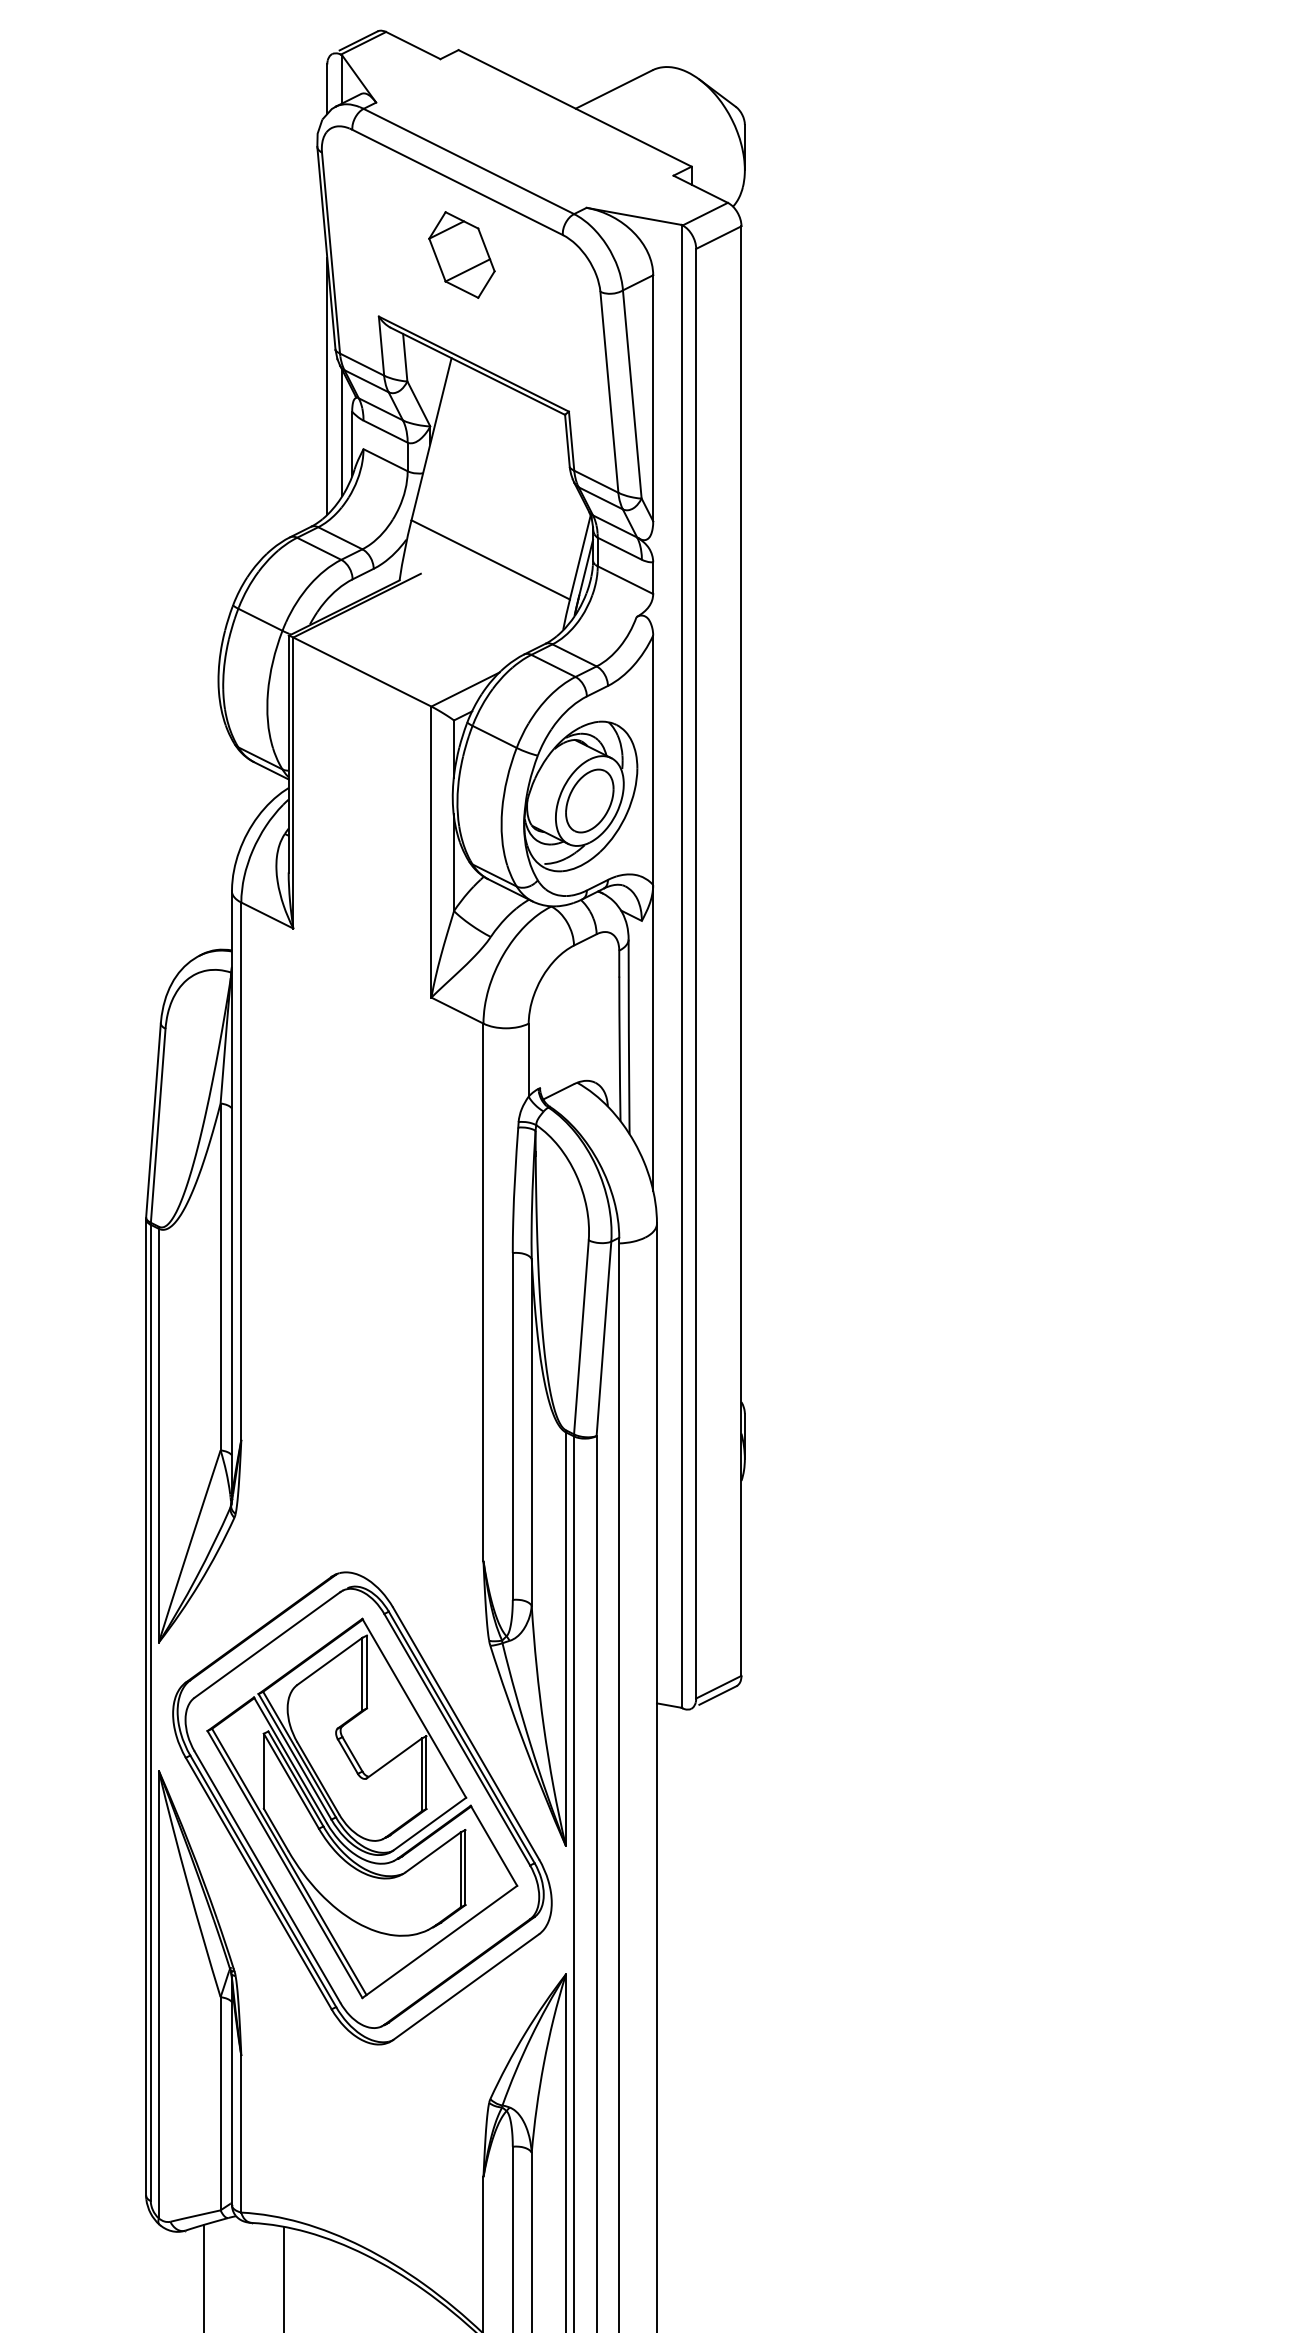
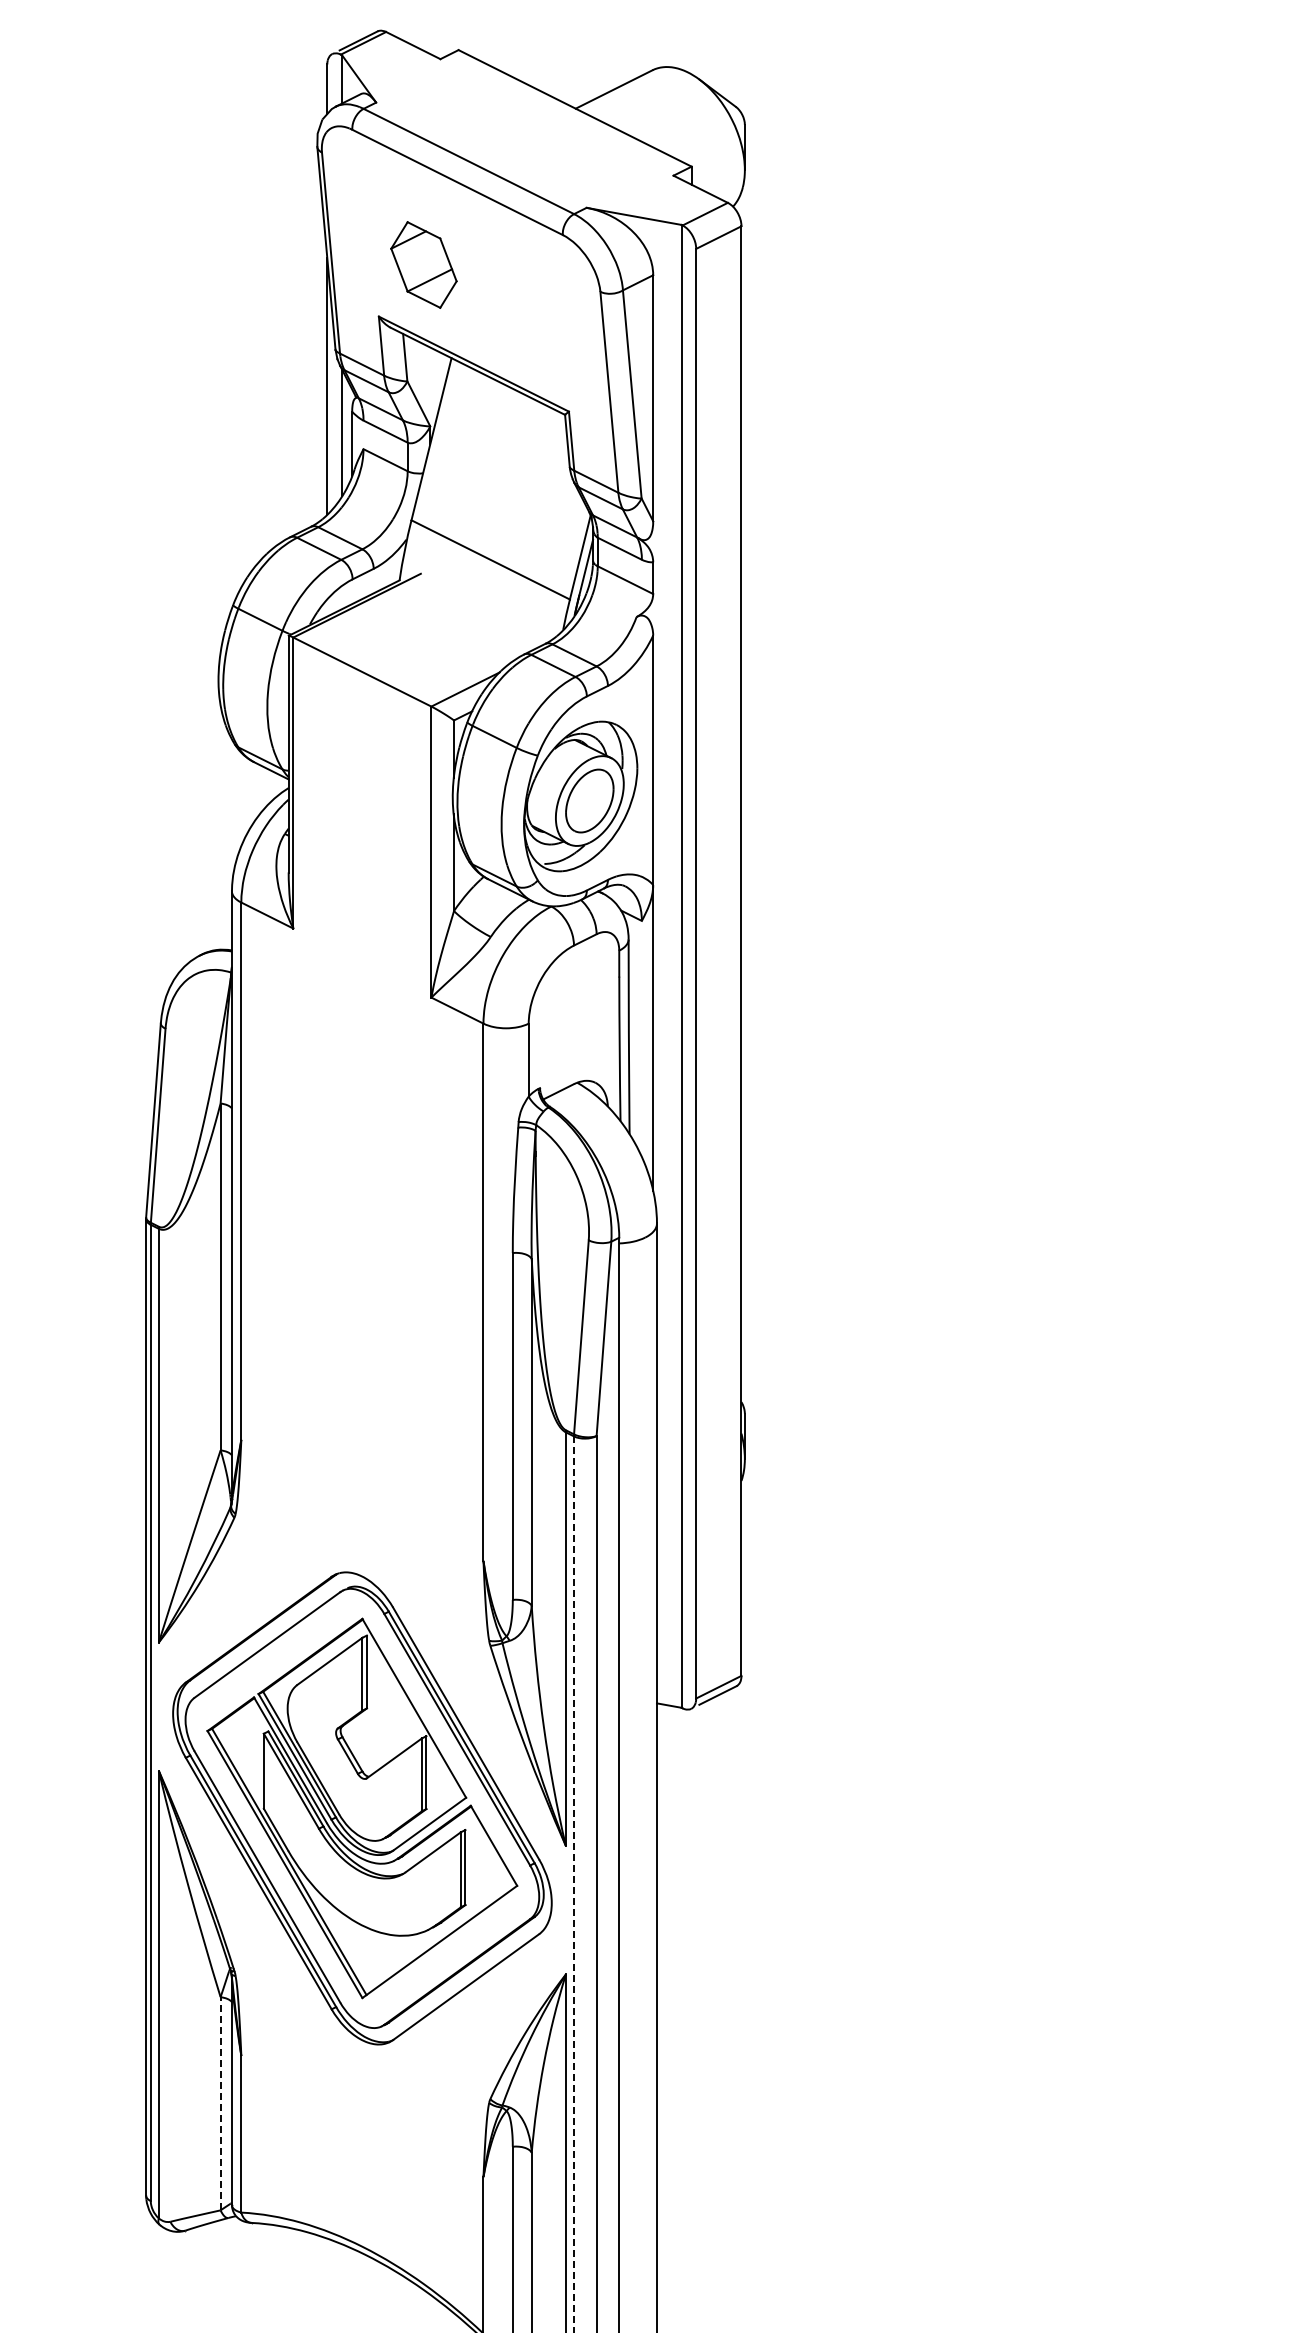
part at (461, 254) position: (461, 254) -> (423, 264)
line at (574, 1885): solid -> dashed
line at (220, 2103): solid -> dashed
line at (203, 2277): present -> none
line at (283, 2277): present -> none
